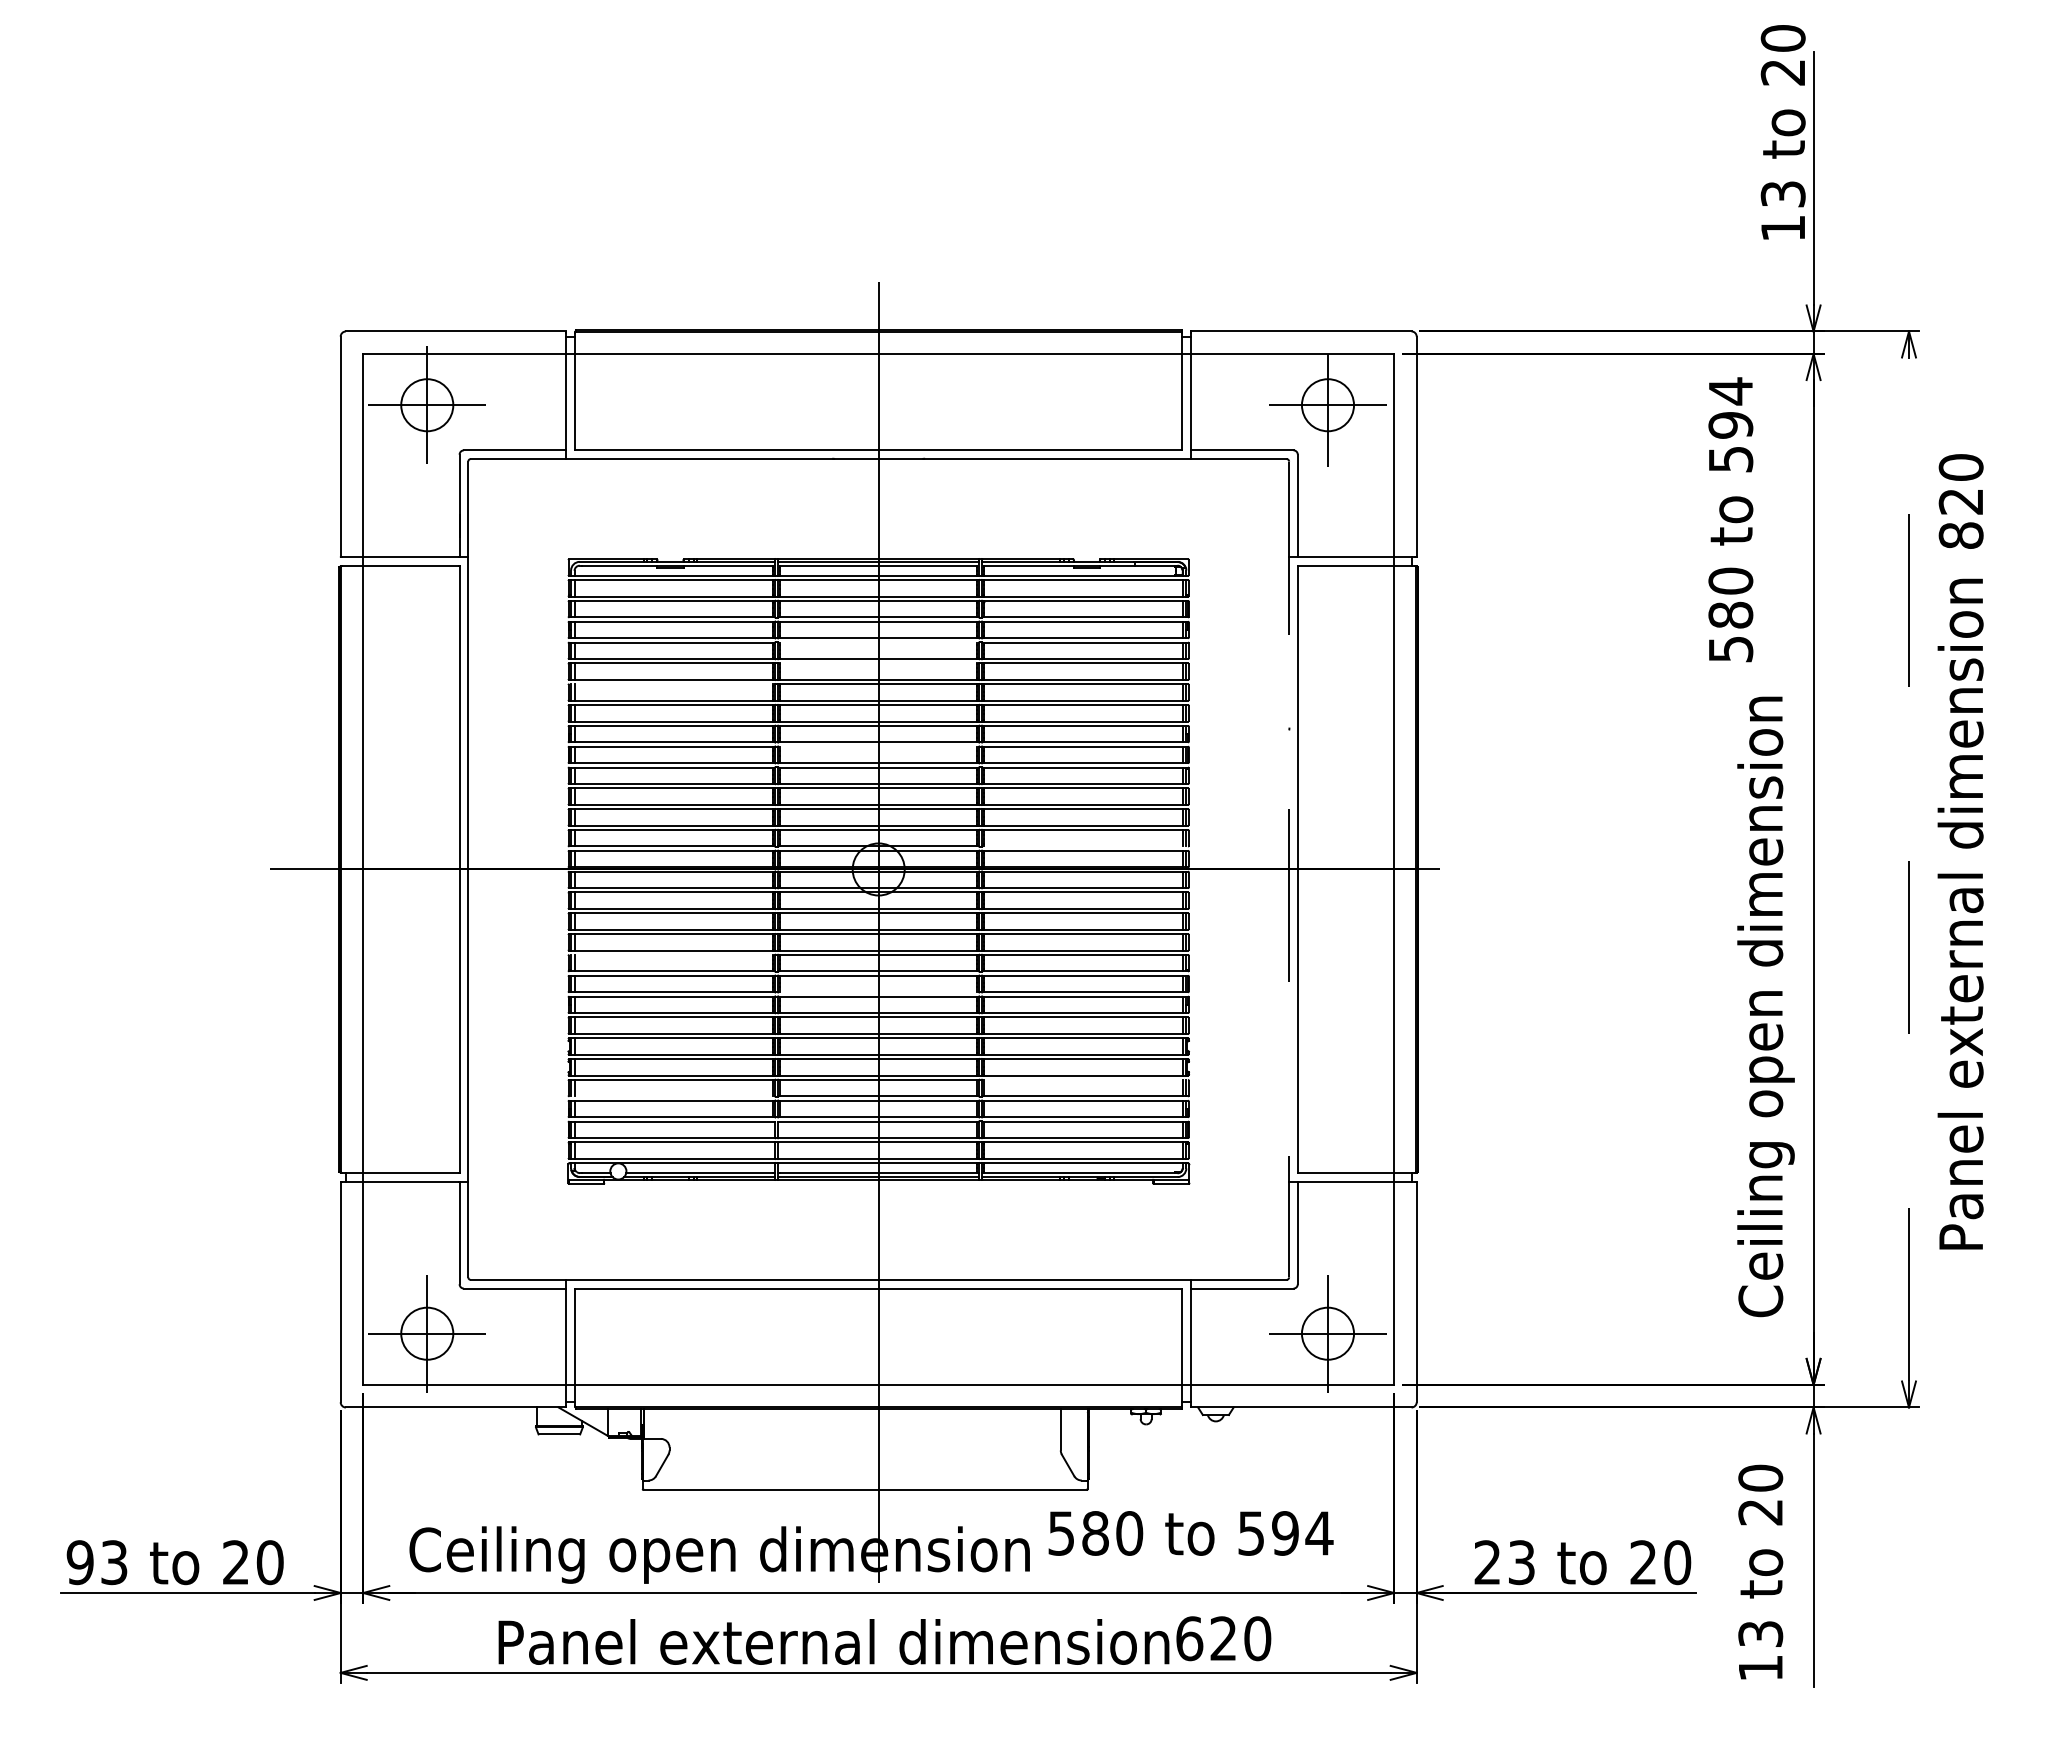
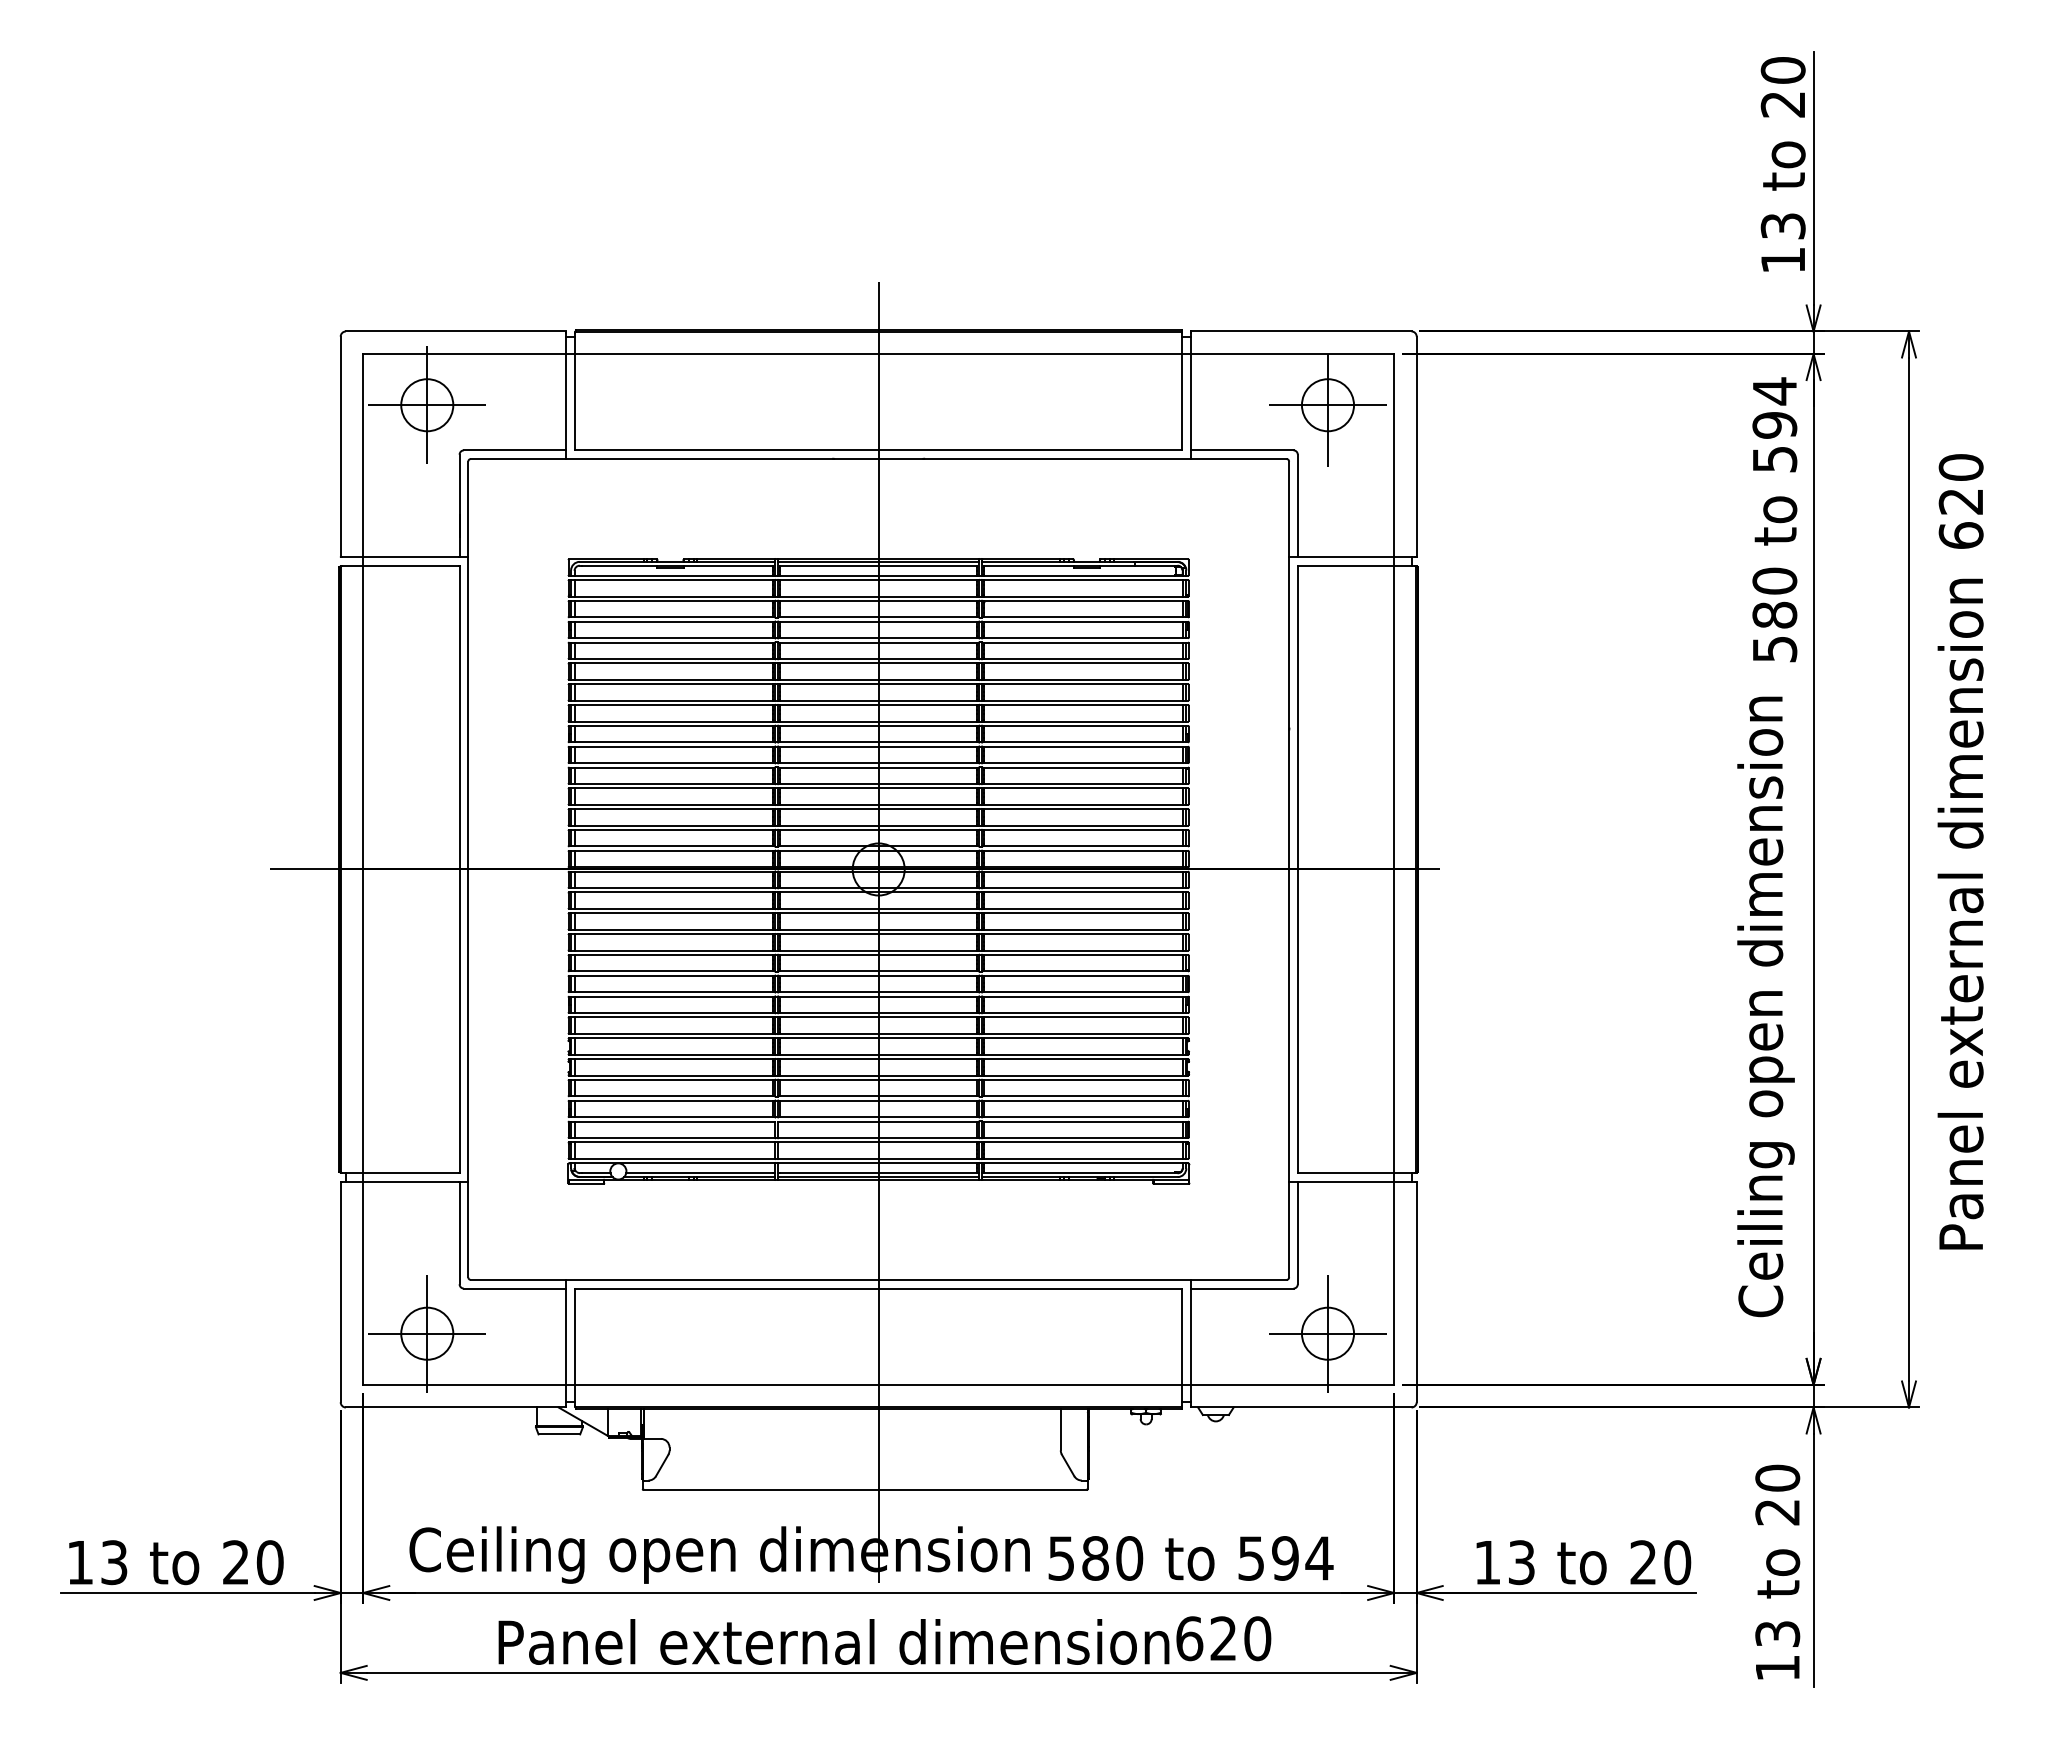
text at (1782, 132) position: (1782, 132) -> (1782, 164)
text at (1730, 519) position: (1730, 519) -> (1774, 519)
text at (1960, 535): 820 -> 620
line at (878, 642): none -> present
line at (878, 663): none -> present
line at (672, 684): none -> present
line at (878, 746): none -> present
line at (1085, 846): none -> present
line at (1289, 869): dashed -> solid
line at (1909, 869): dashed -> solid
line at (672, 954): none -> present
line at (878, 992): none -> present
line at (1085, 1079): none -> present
line at (672, 1096): none -> present
text at (1190, 1533) position: (1190, 1533) -> (1190, 1558)
text at (79, 1562): 93 -> 13
text at (1486, 1562): 23 -> 13
text at (1760, 1571) position: (1760, 1571) -> (1777, 1571)
